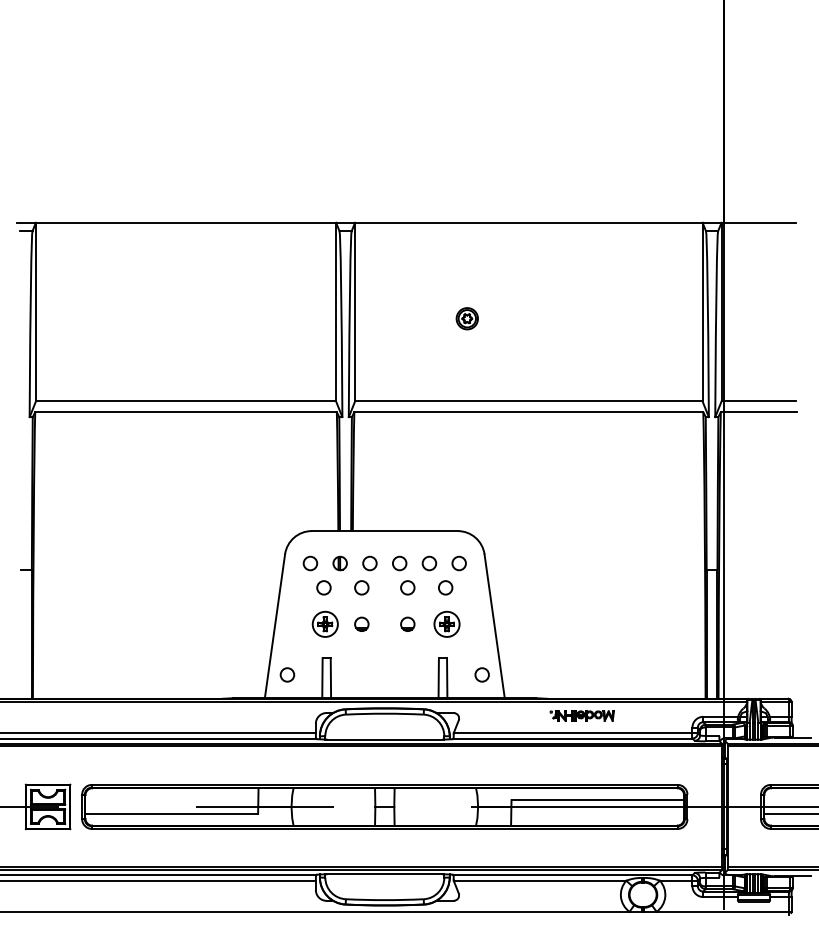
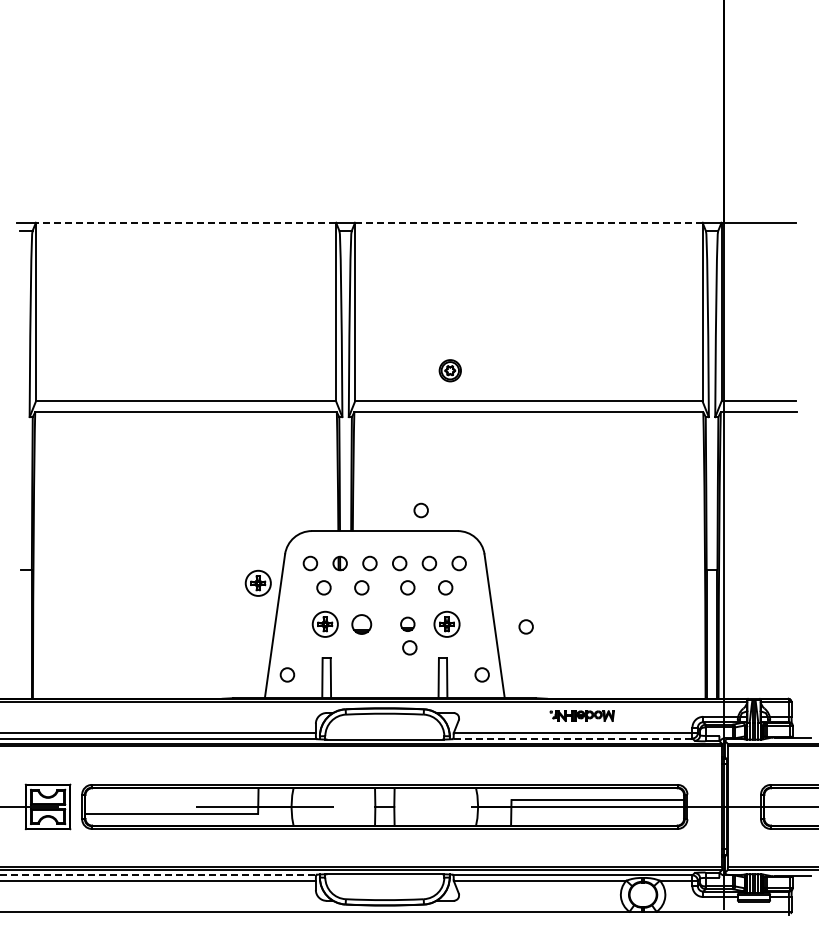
line at (185, 222): solid -> dashed
line at (528, 222): solid -> dashed
part at (466, 318) position: (466, 318) -> (449, 370)
circle at (420, 510): none -> present
part at (257, 582): none -> present
part at (361, 623) size: 16x16 px -> 22x21 px
circle at (525, 626): none -> present
circle at (409, 647): none -> present
line at (572, 738): solid -> dashed
line at (789, 813): present -> none
line at (158, 875): solid -> dashed
